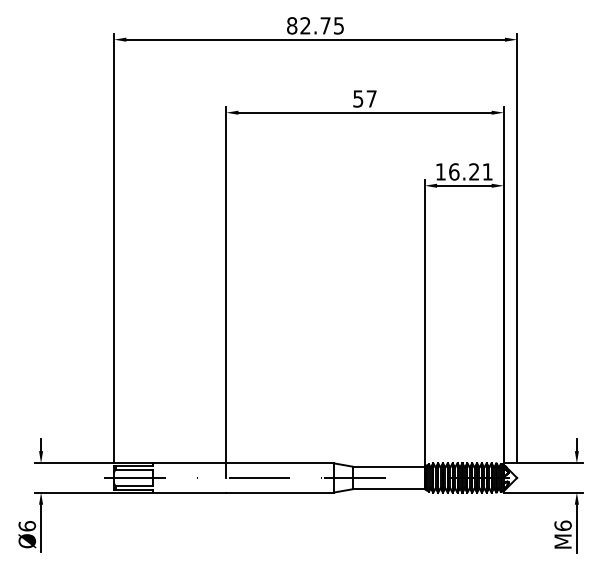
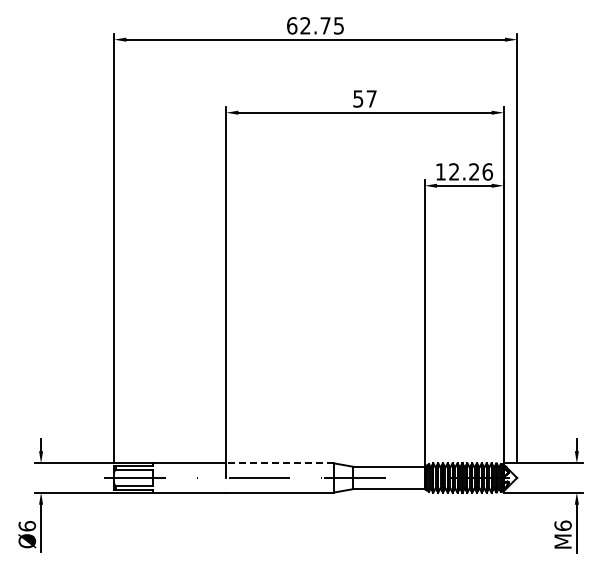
text at (292, 25): 82.75 -> 62.75
text at (471, 171): 16.21 -> 12.26
line at (280, 463): solid -> dashed
